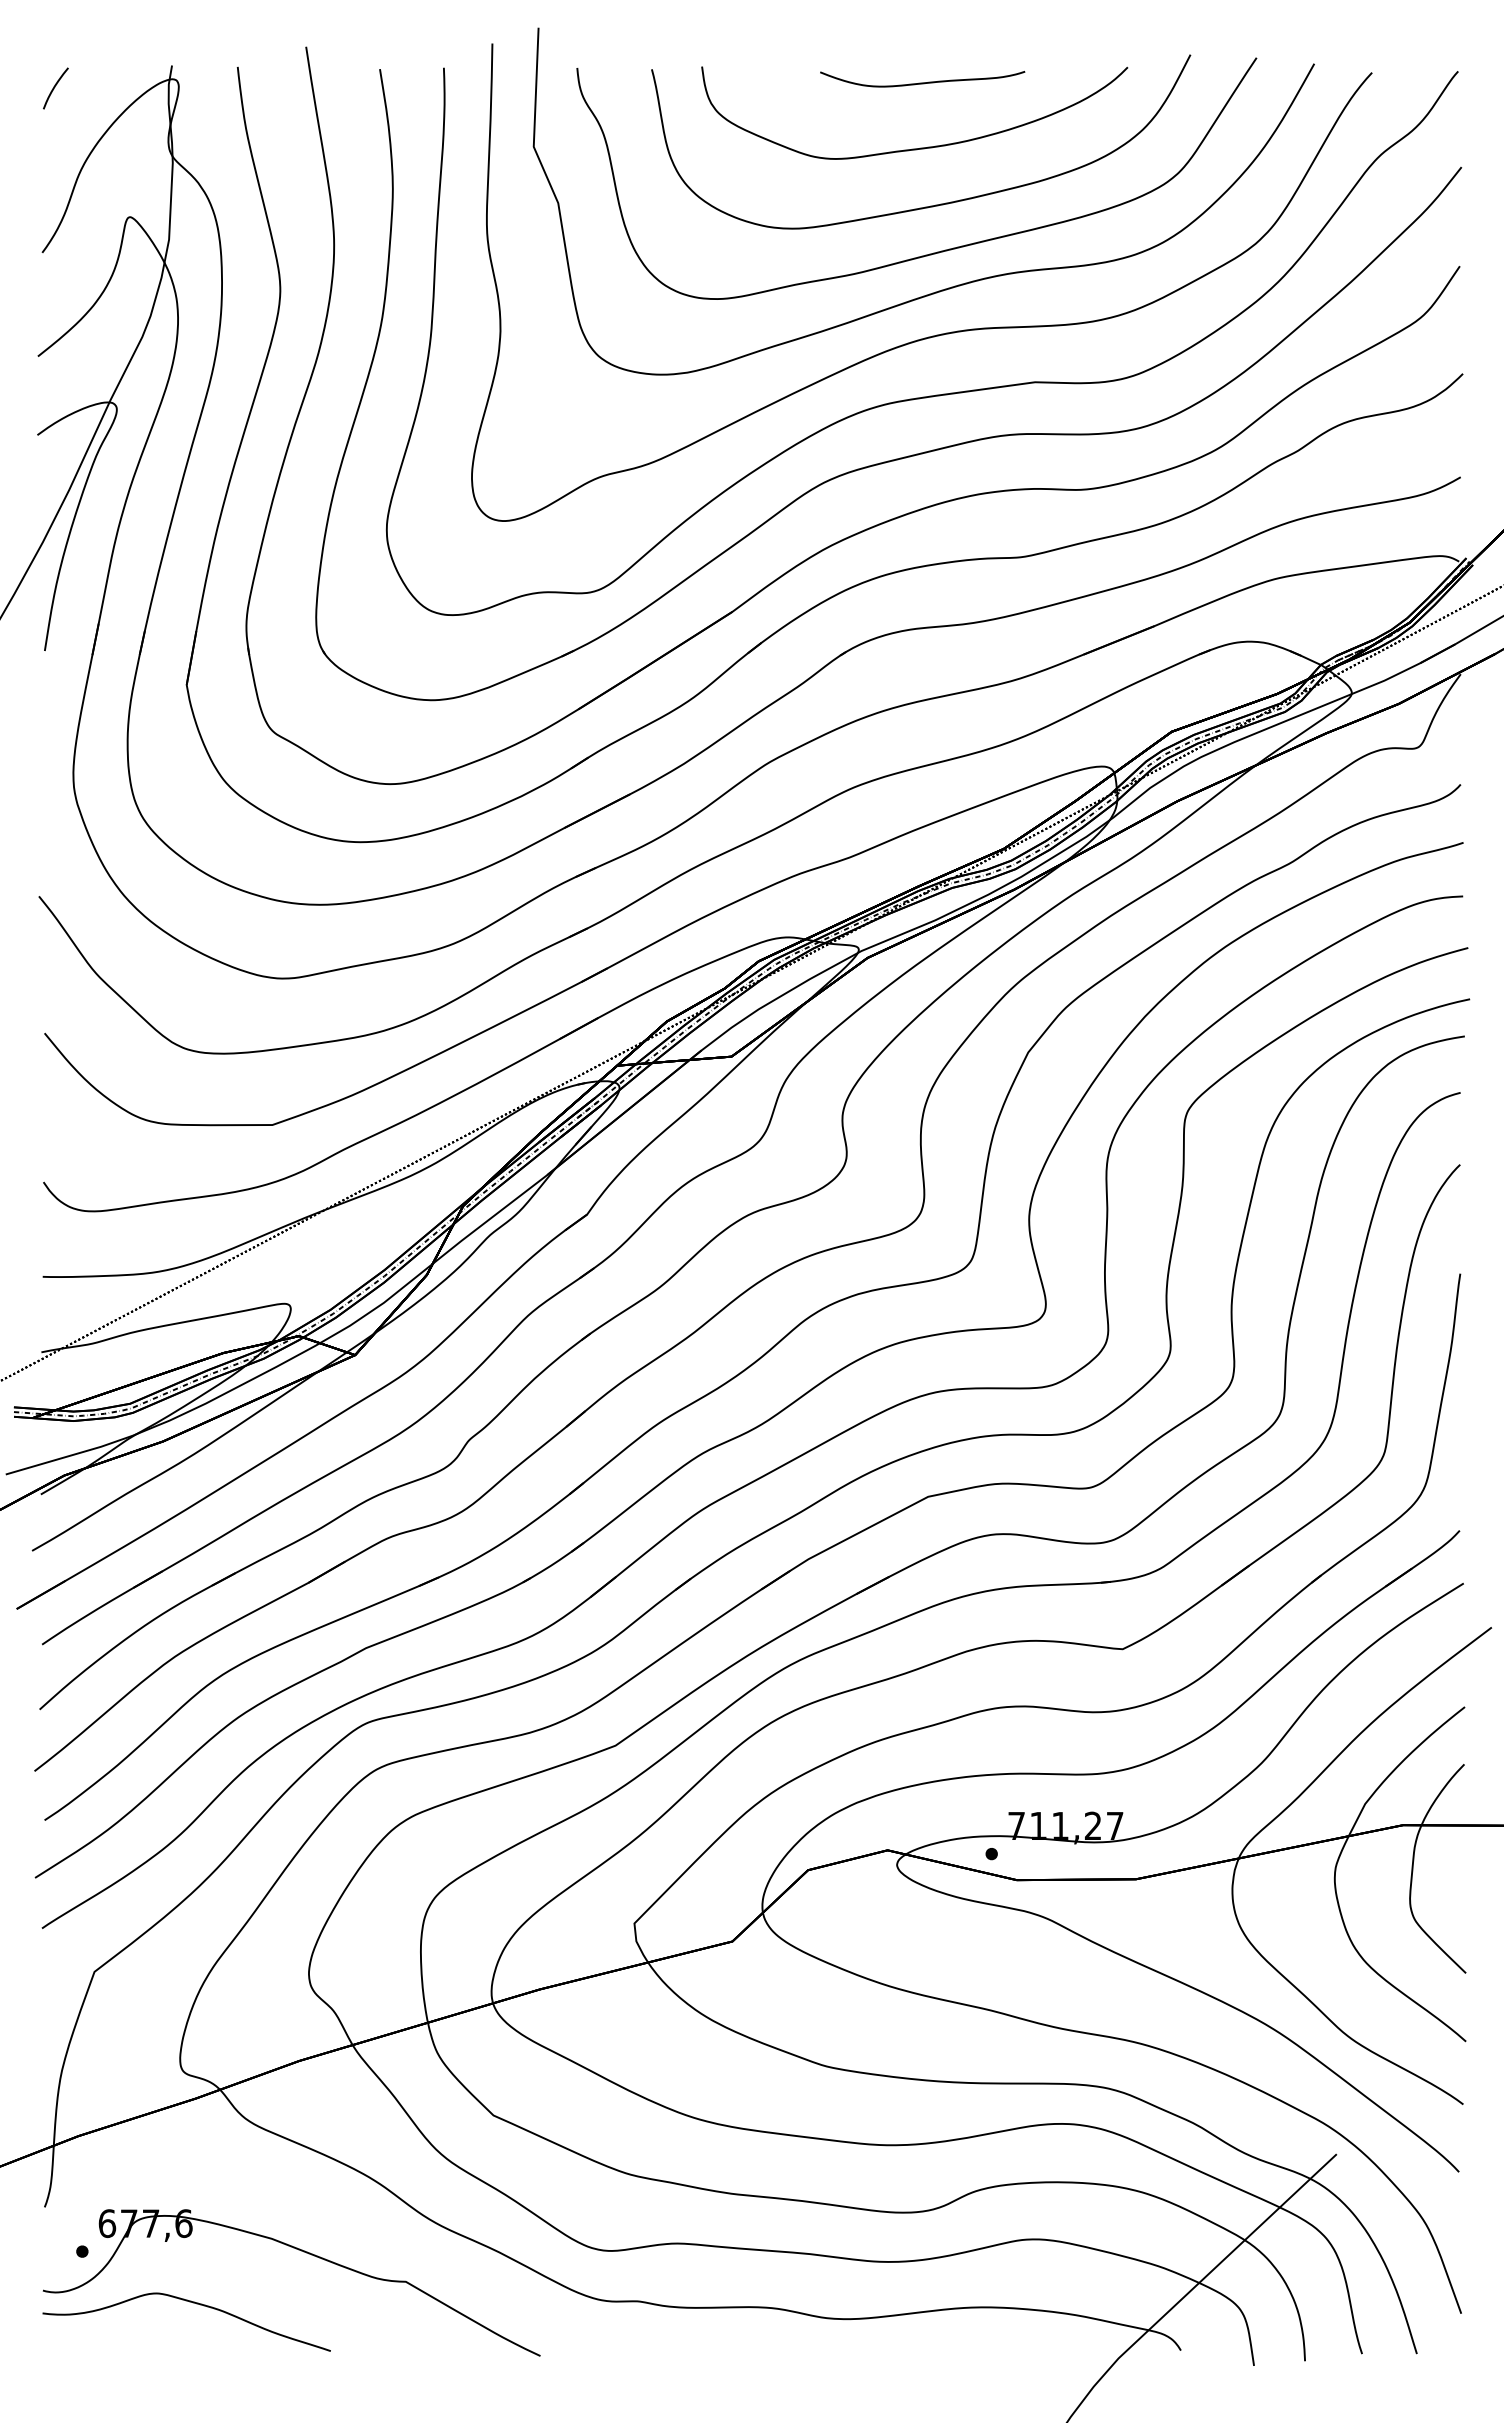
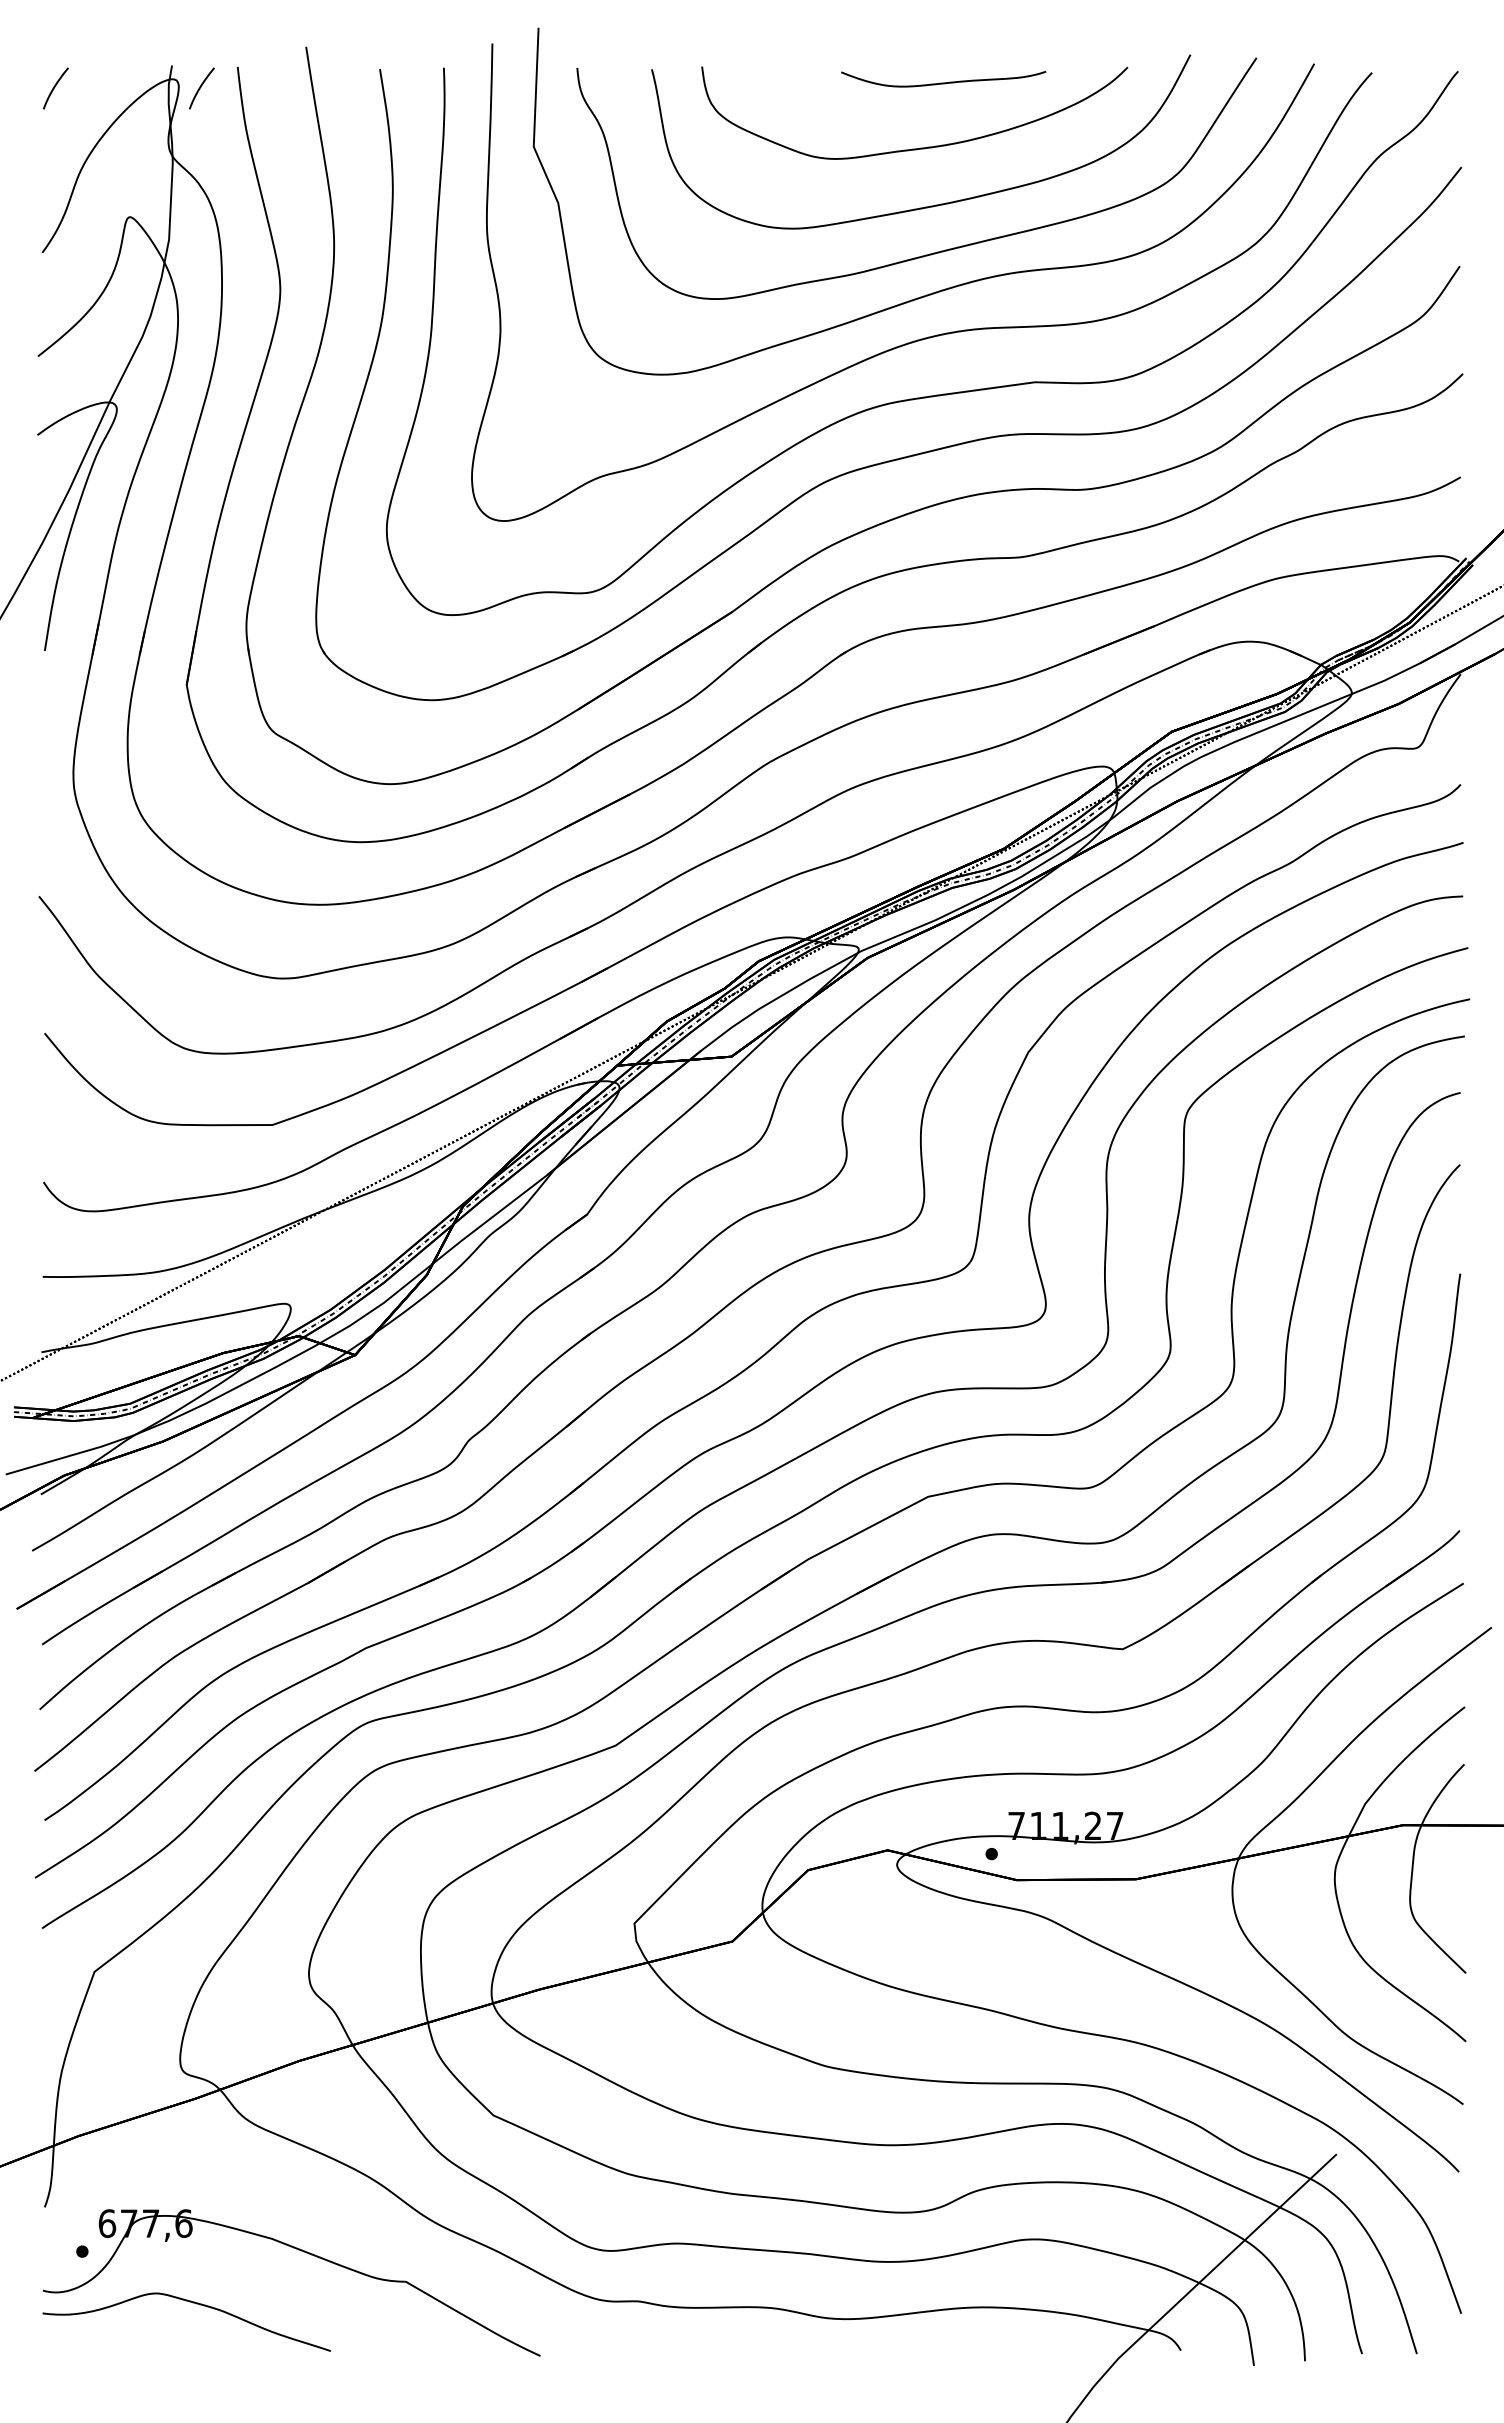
curve at (922, 82) position: (922, 82) -> (943, 82)
curve at (201, 87): none -> present
